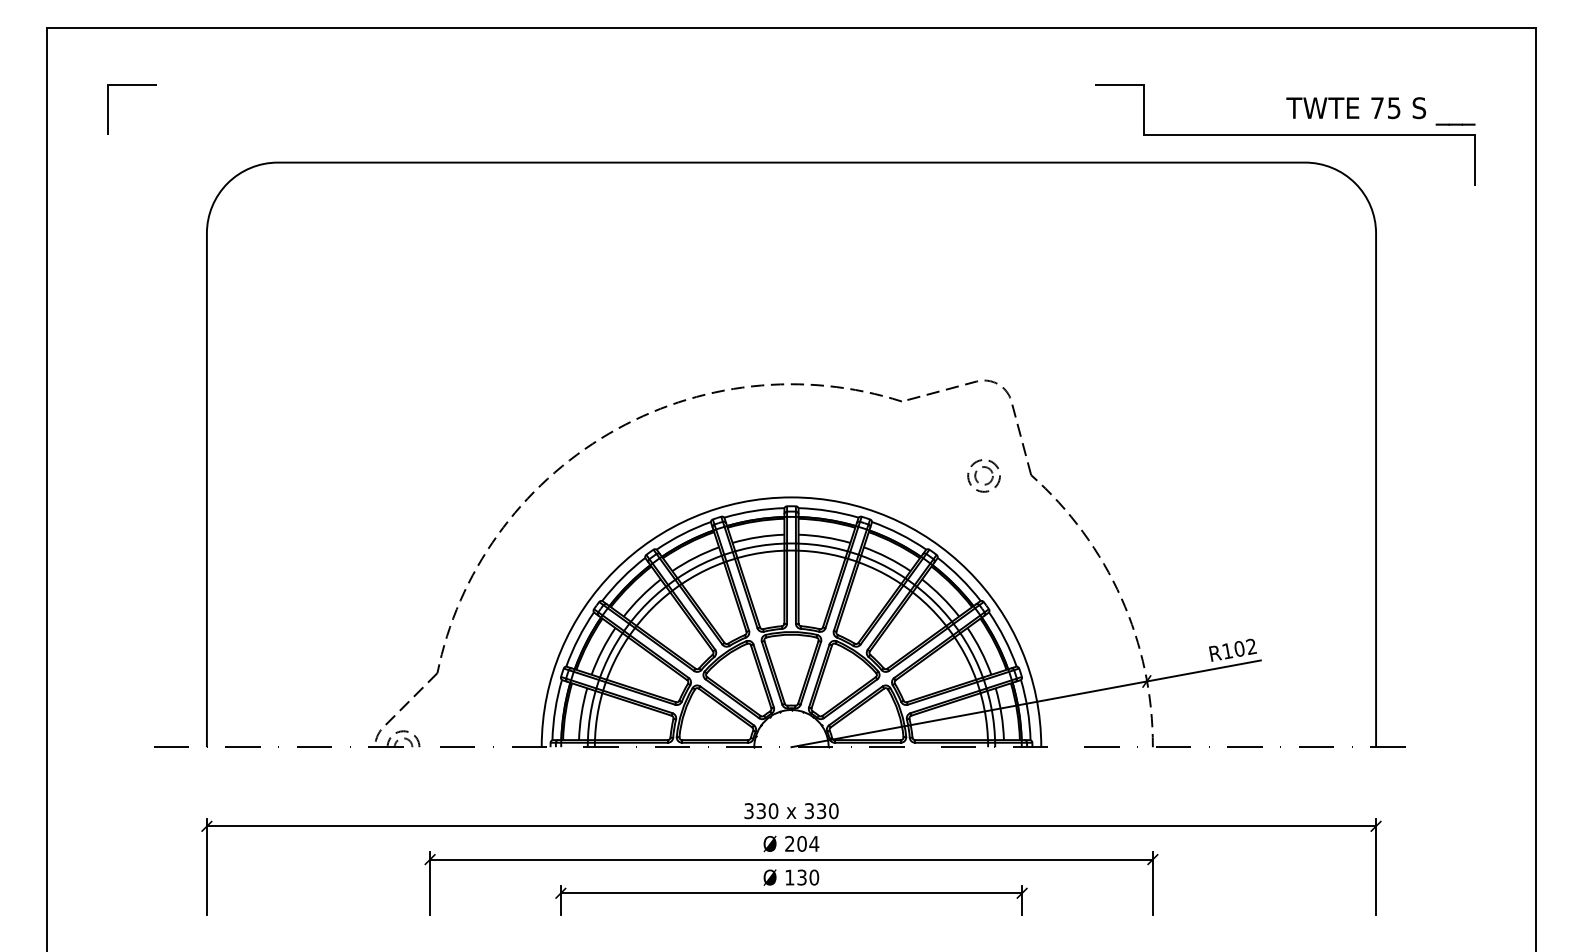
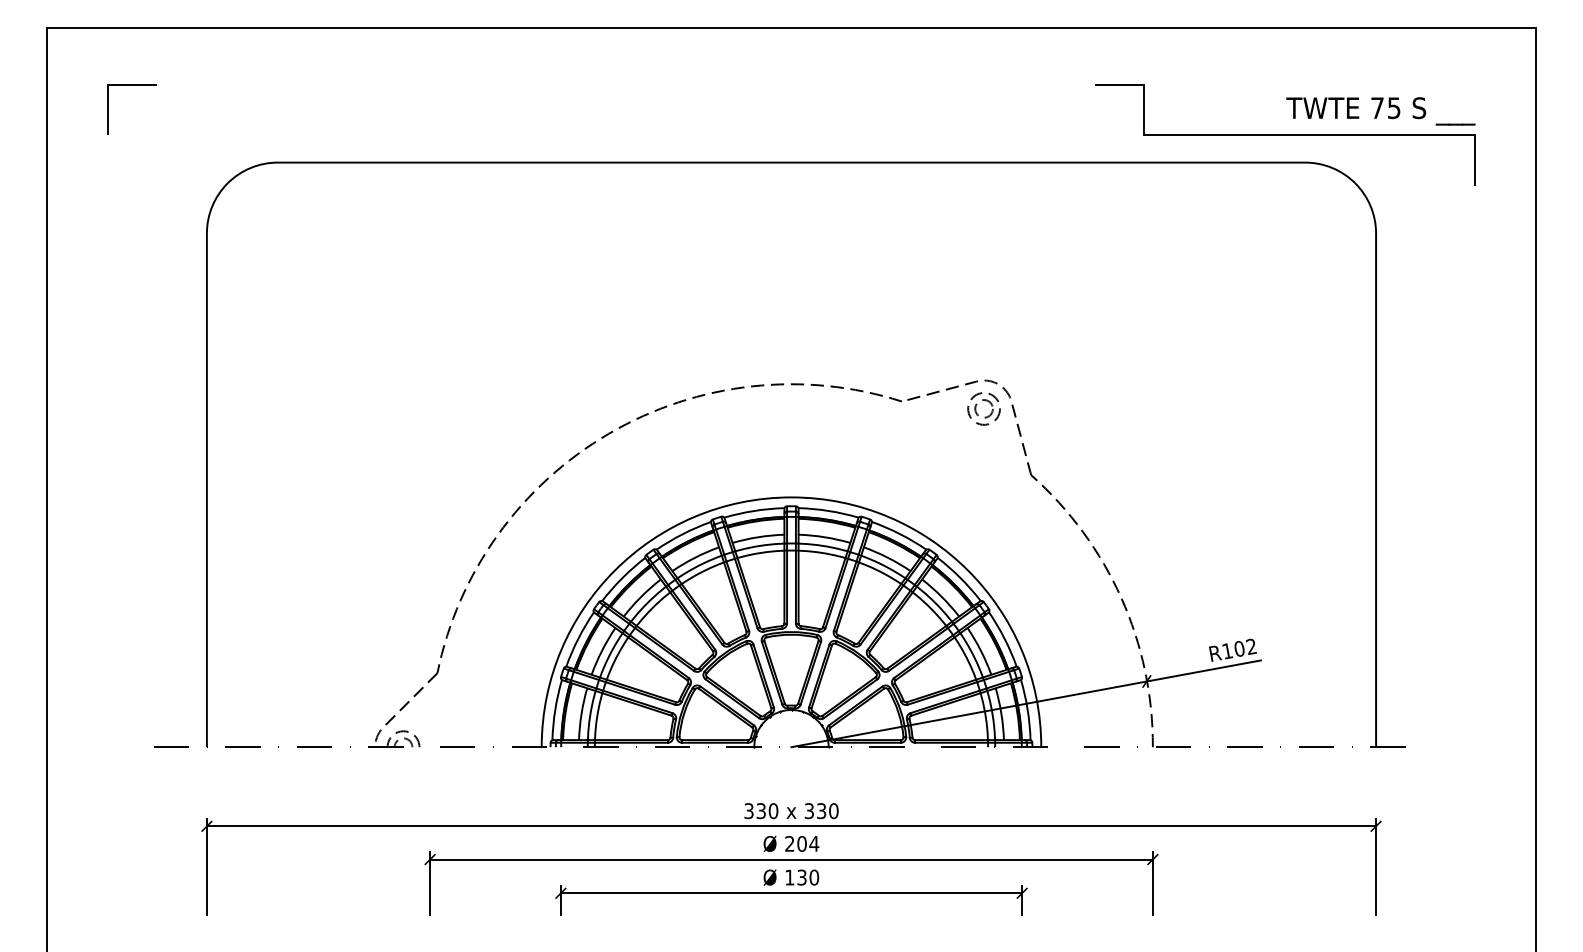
part at (976, 475) position: (976, 475) -> (976, 408)
